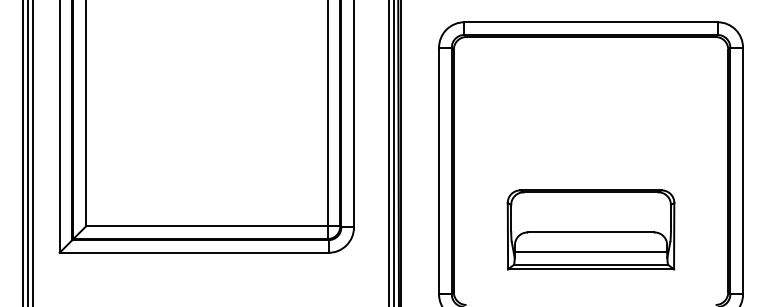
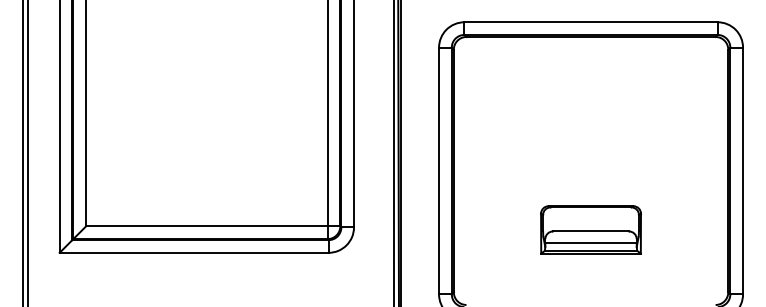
line at (33, 152): present -> none
line at (389, 152): present -> none
part at (590, 229) size: 170x82 px -> 102x50 px
